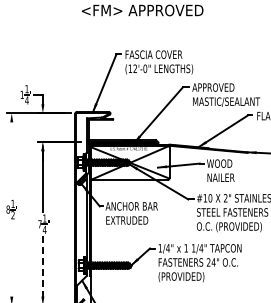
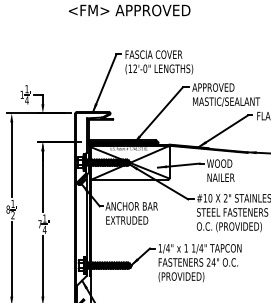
text at (142, 10) position: (142, 10) -> (129, 10)
line at (11, 159): none -> present
line at (11, 258): none -> present
line at (42, 267): dashed -> solid
